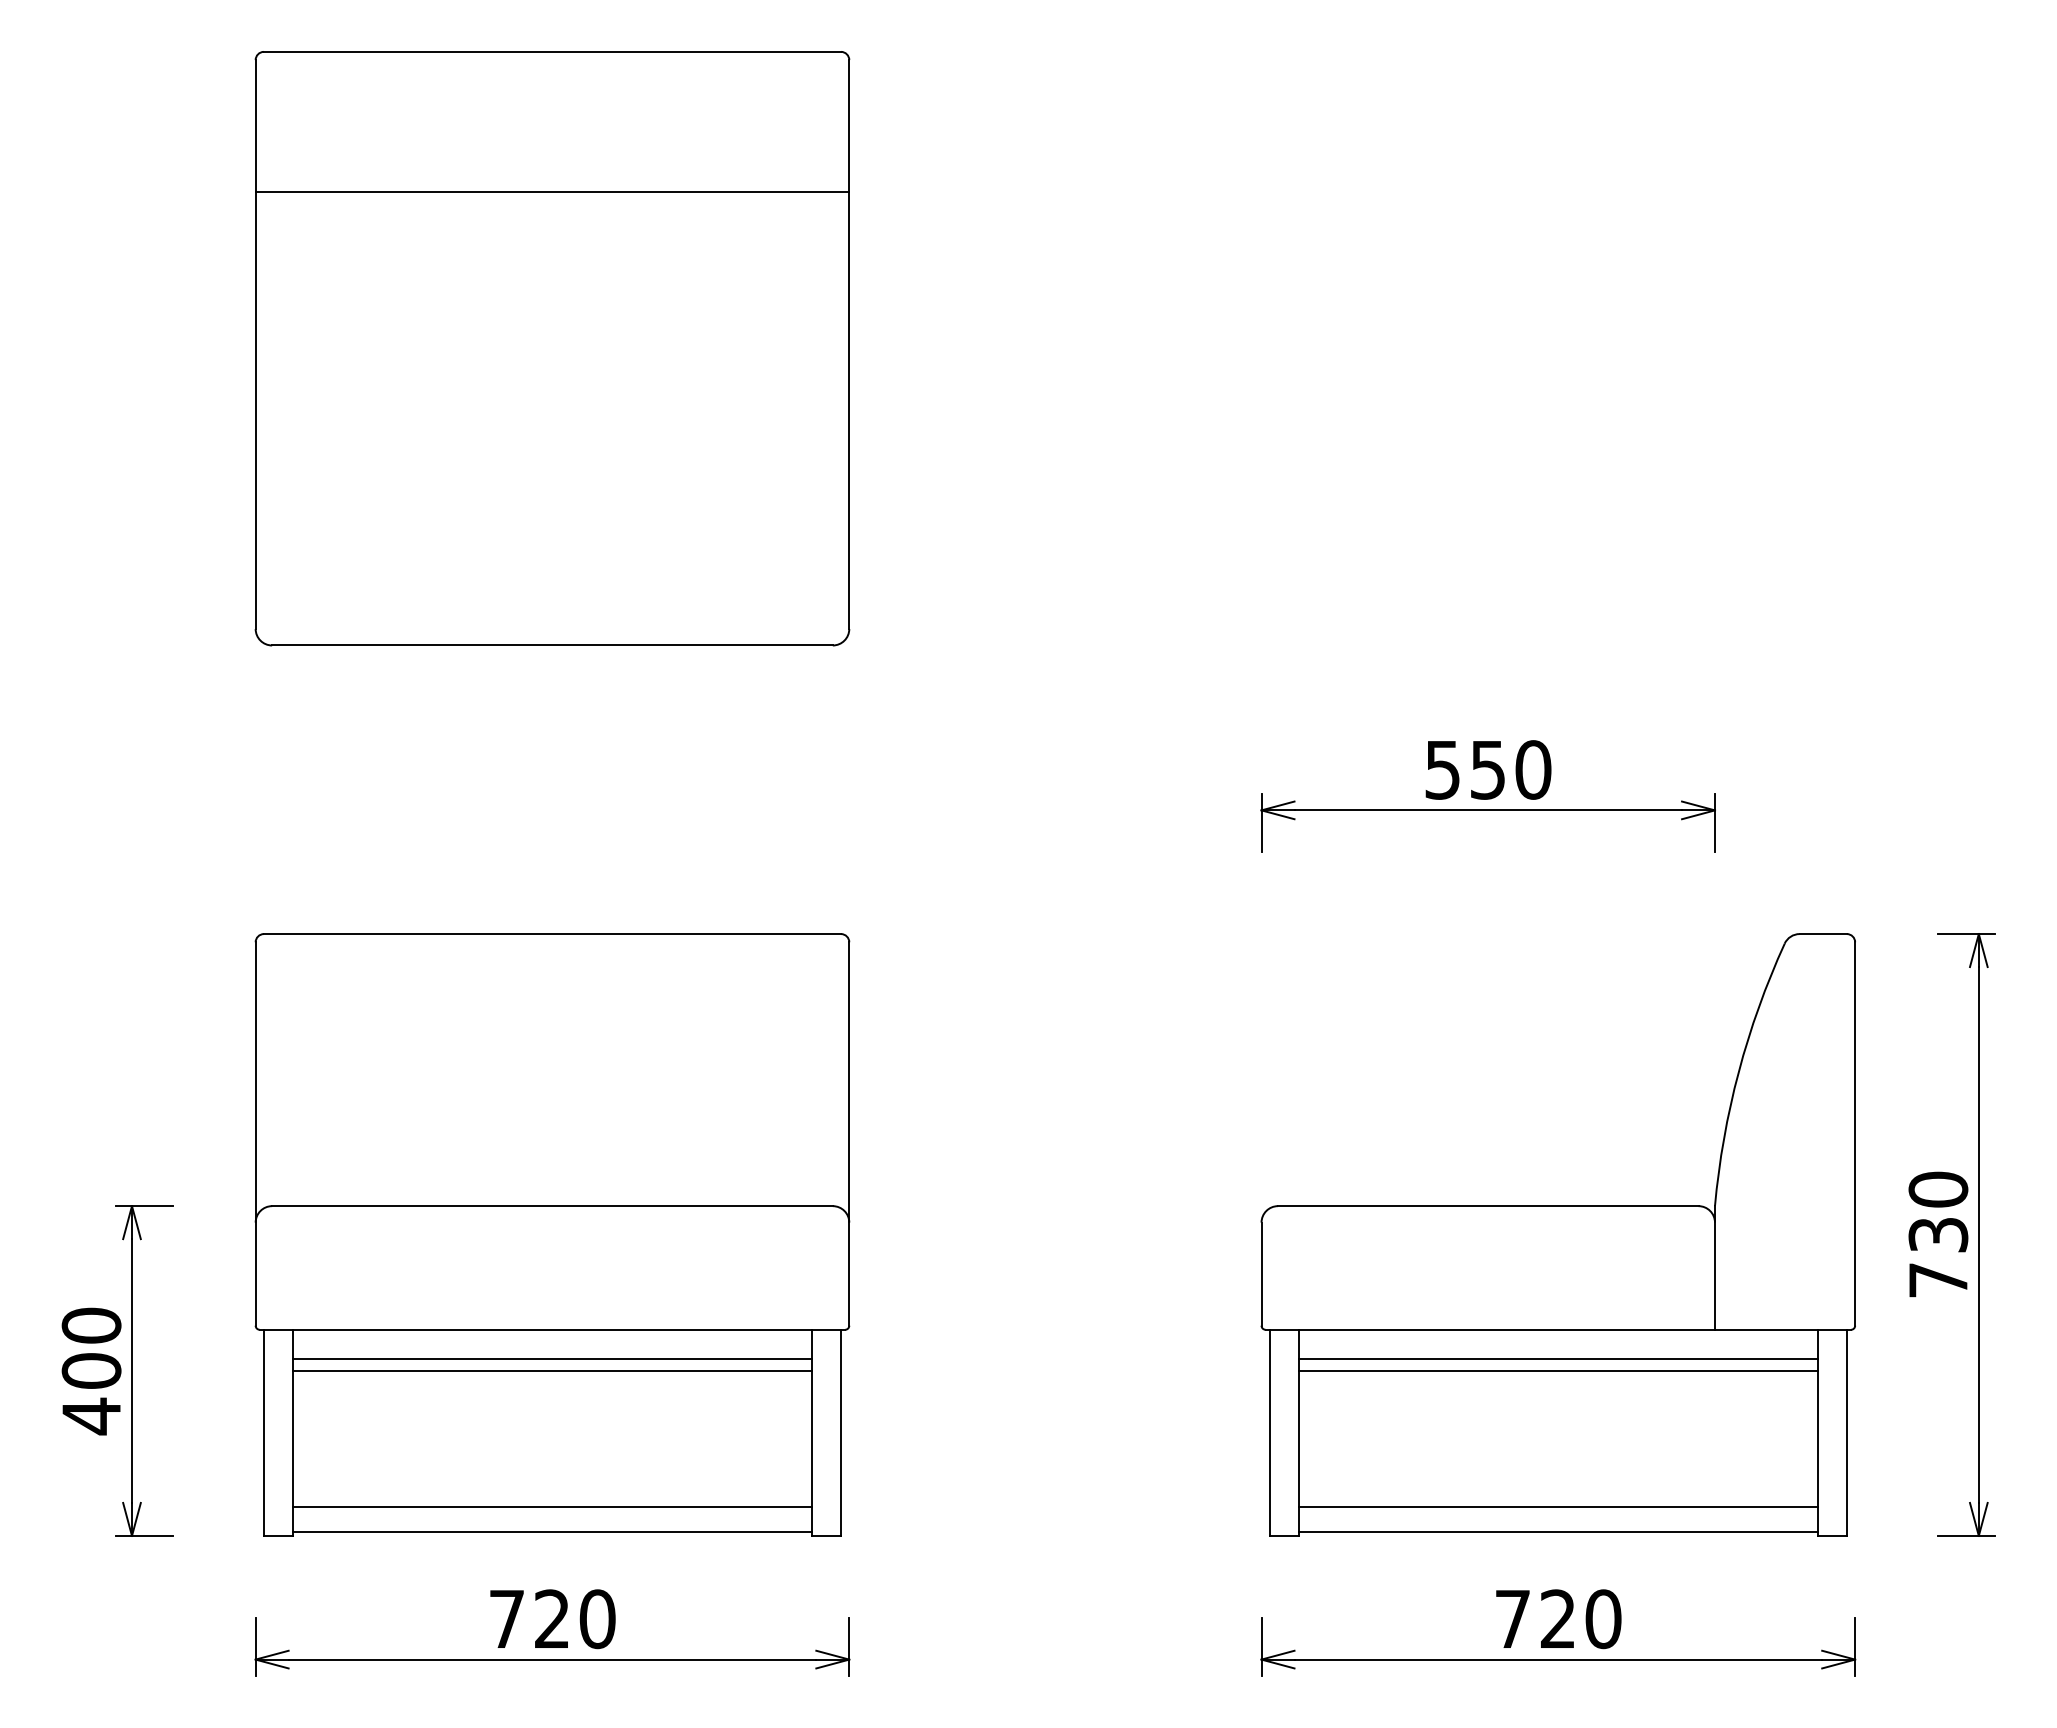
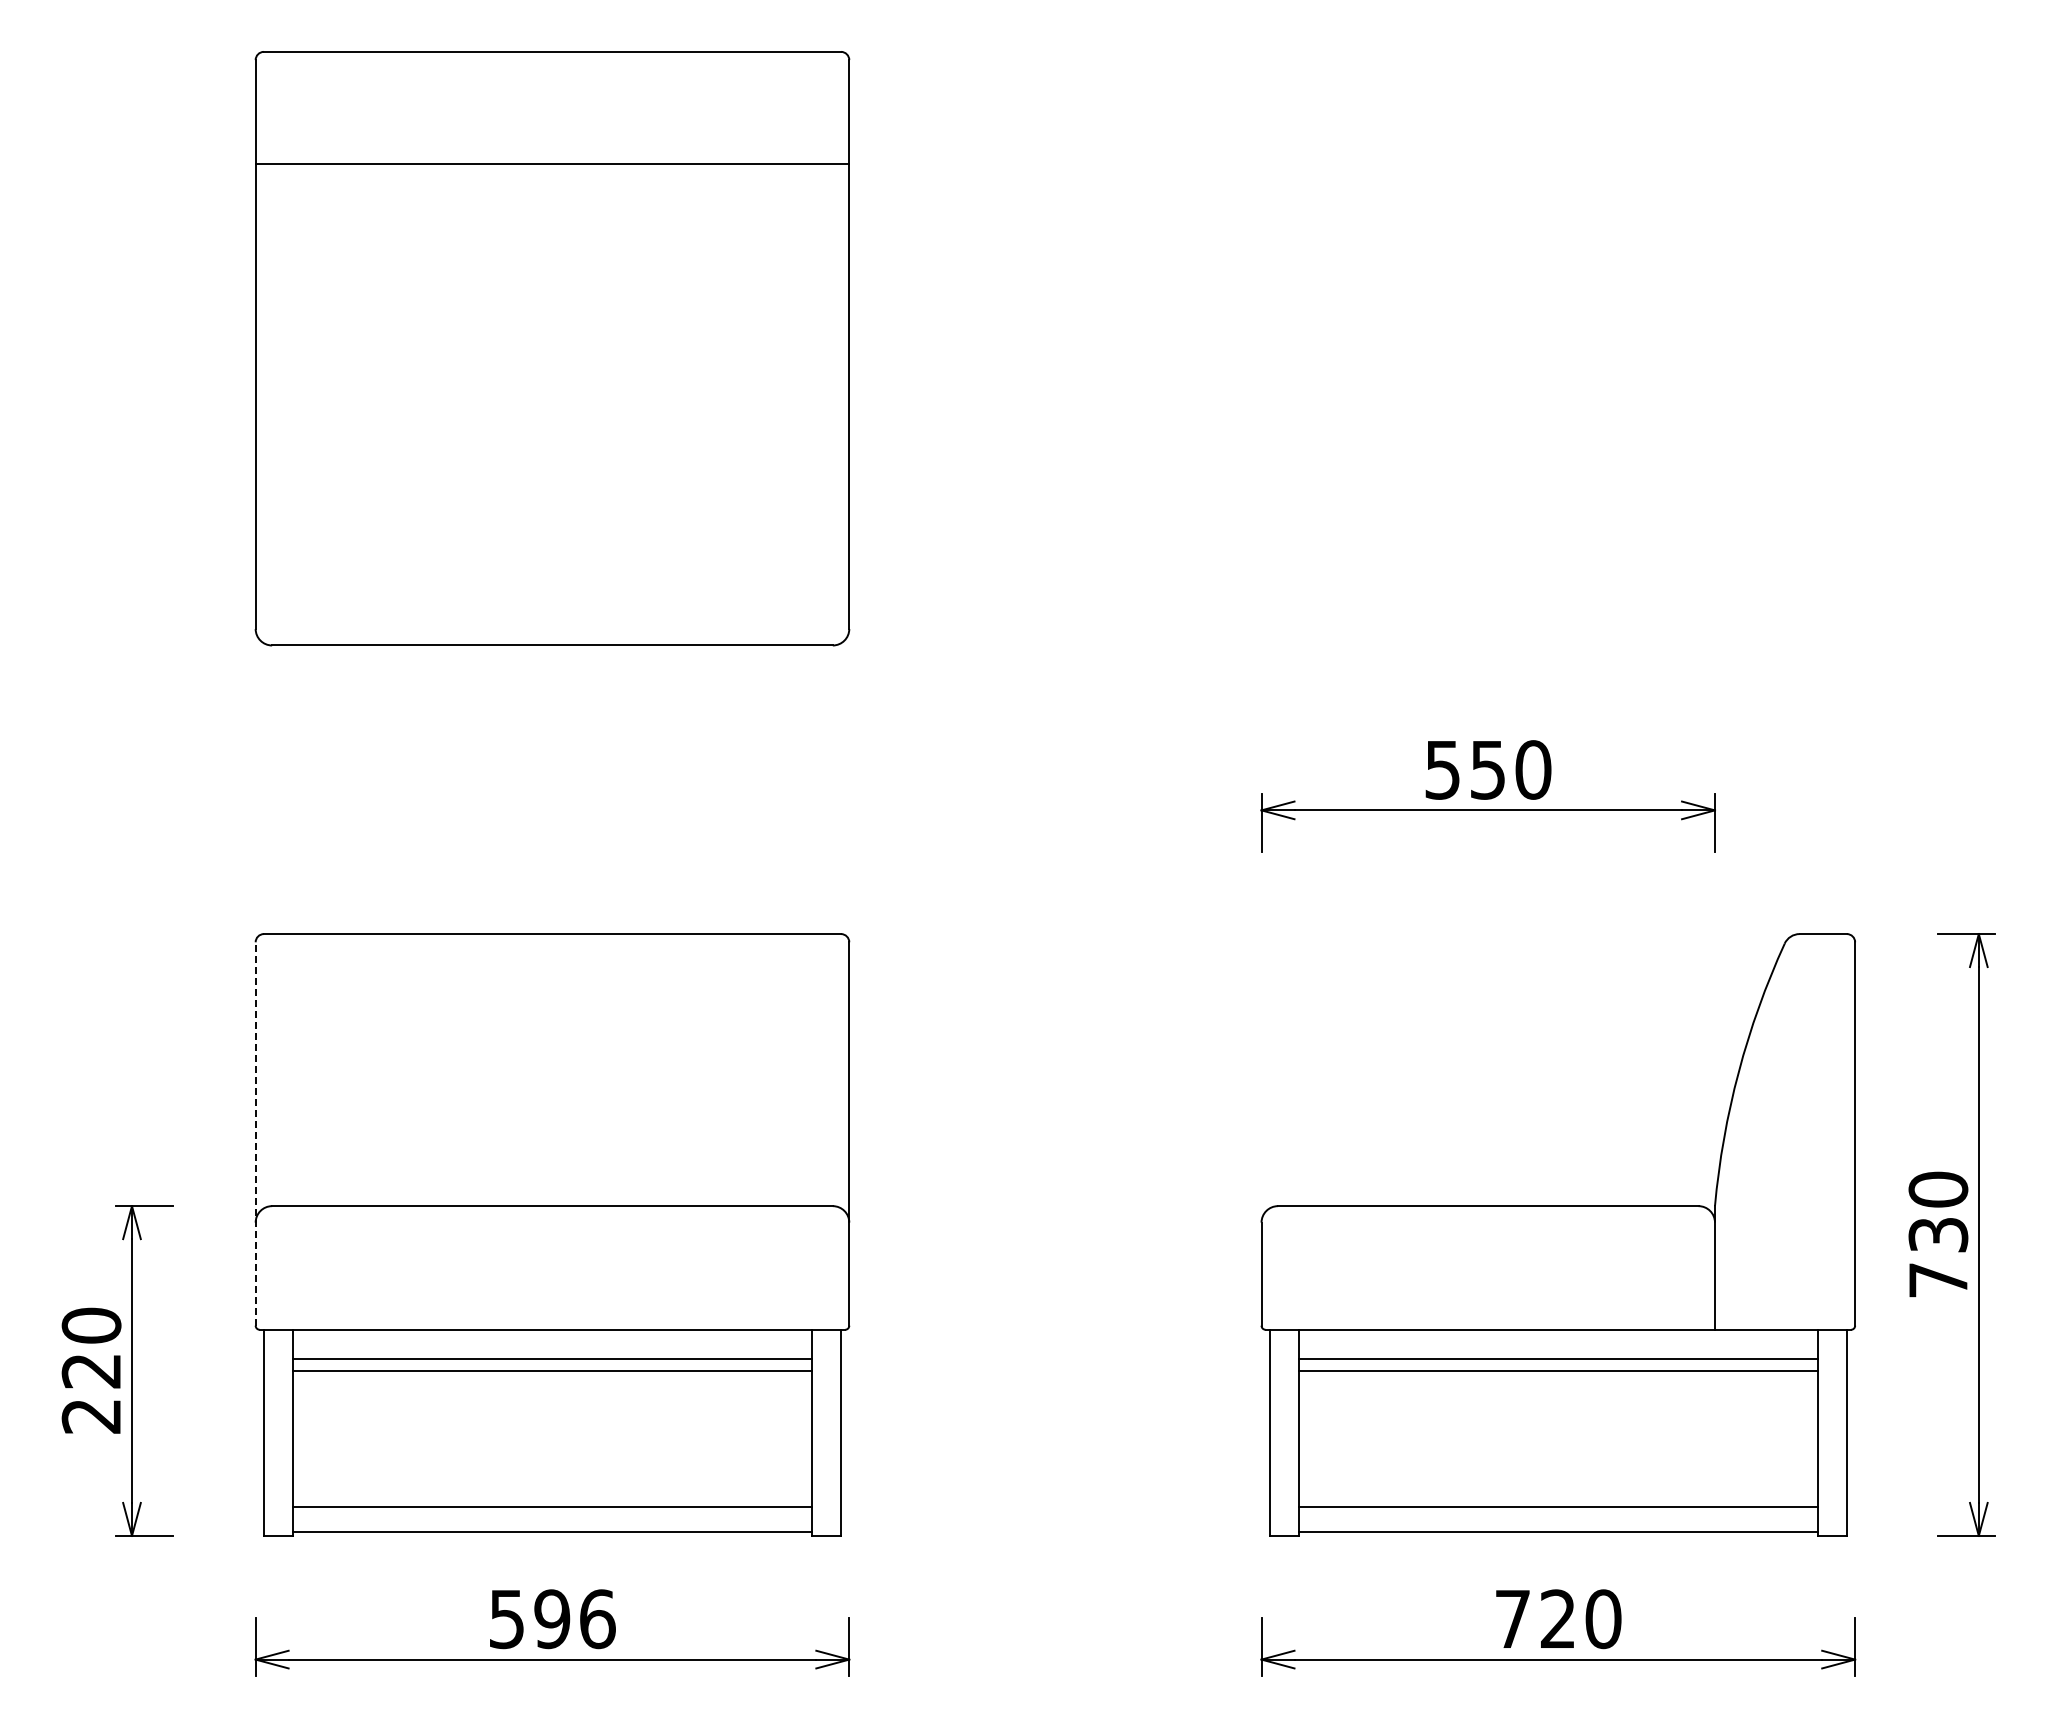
line at (552, 192) position: (552, 192) -> (552, 164)
line at (255, 1134): solid -> dashed
text at (91, 1394): 400 -> 220
text at (552, 1619): 720 -> 596
